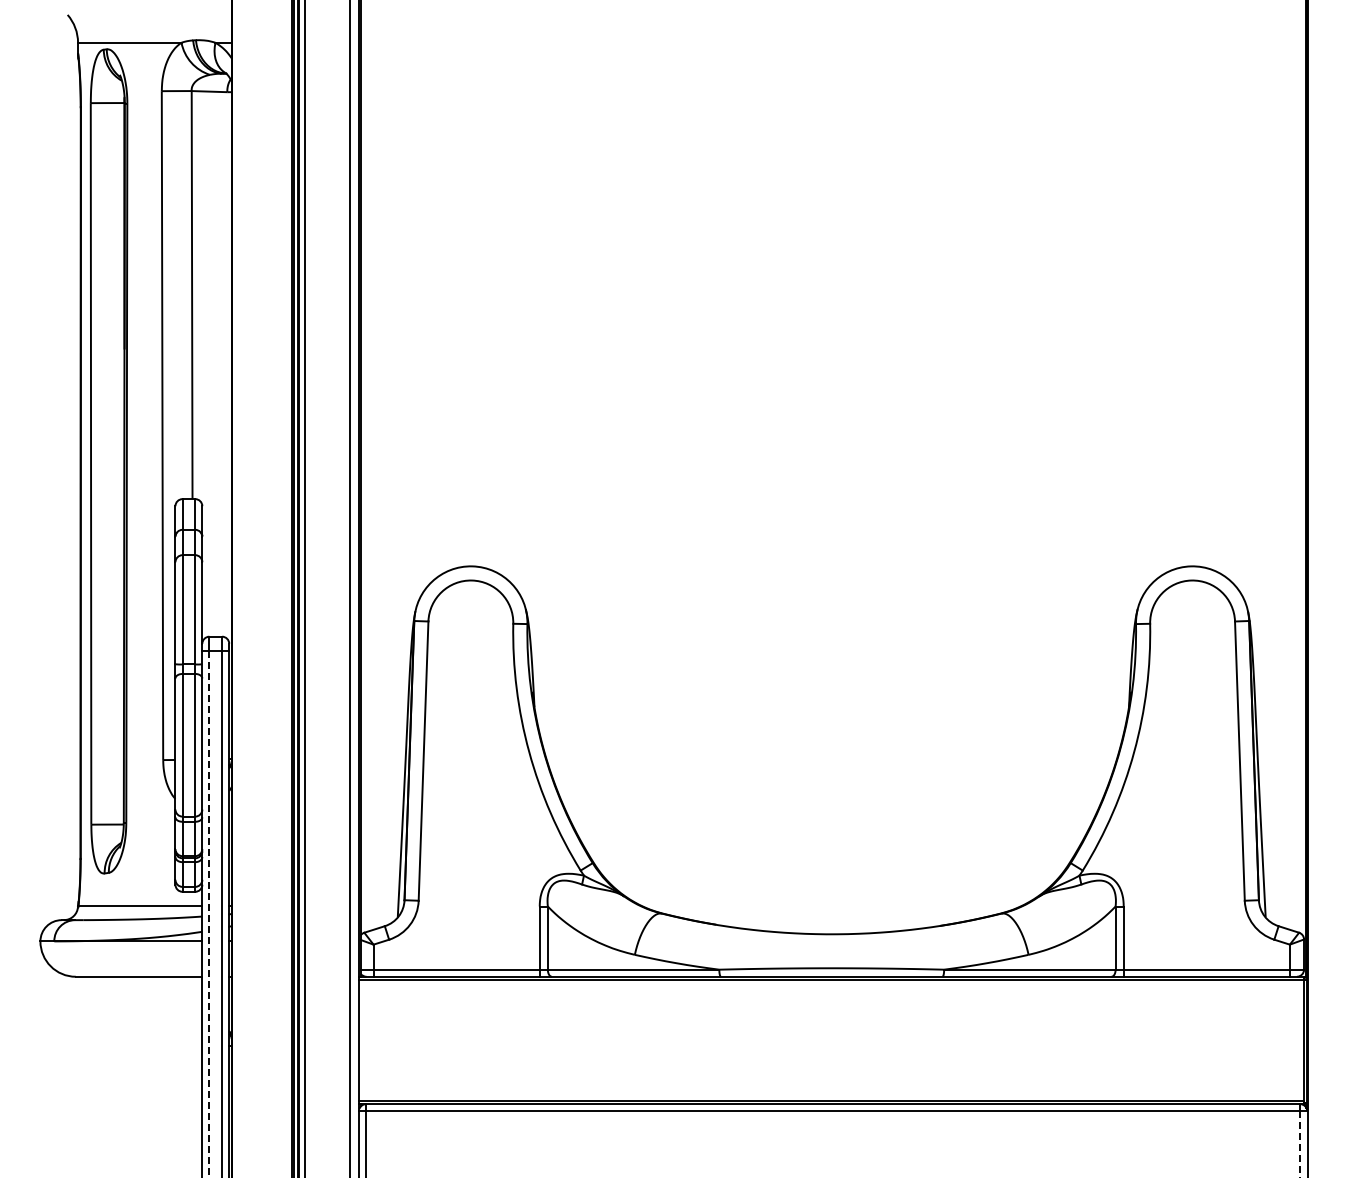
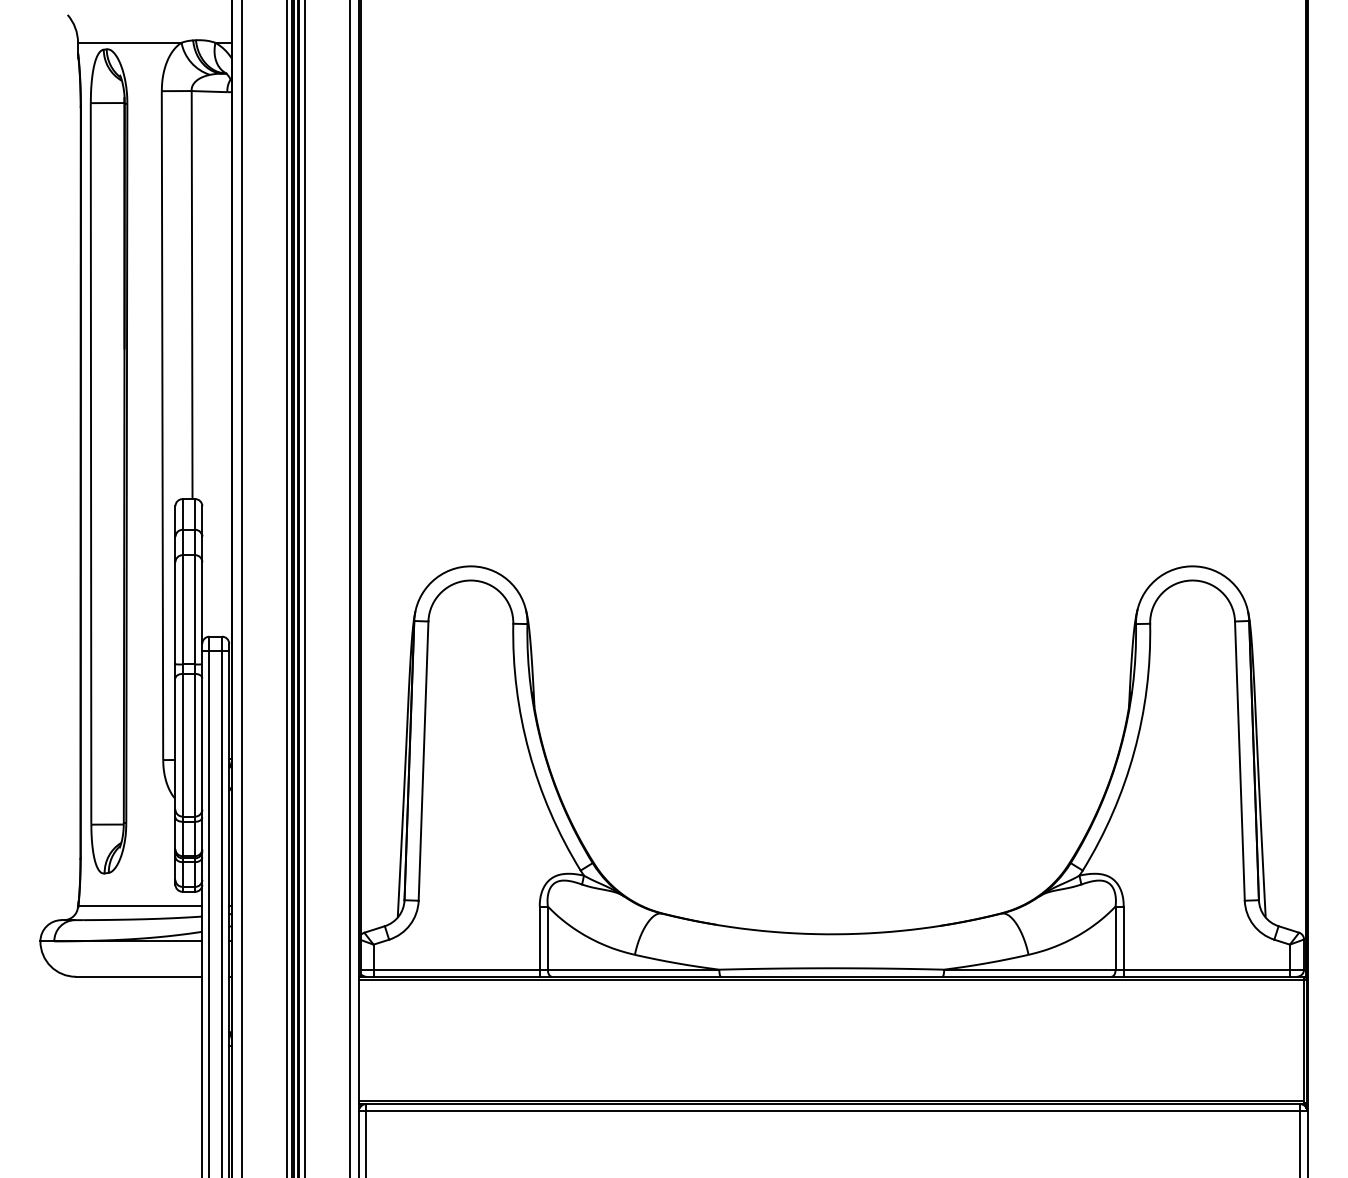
line at (241, 588): none -> present
line at (286, 588): none -> present
line at (209, 914): dashed -> solid
line at (1300, 1144): dashed -> solid
